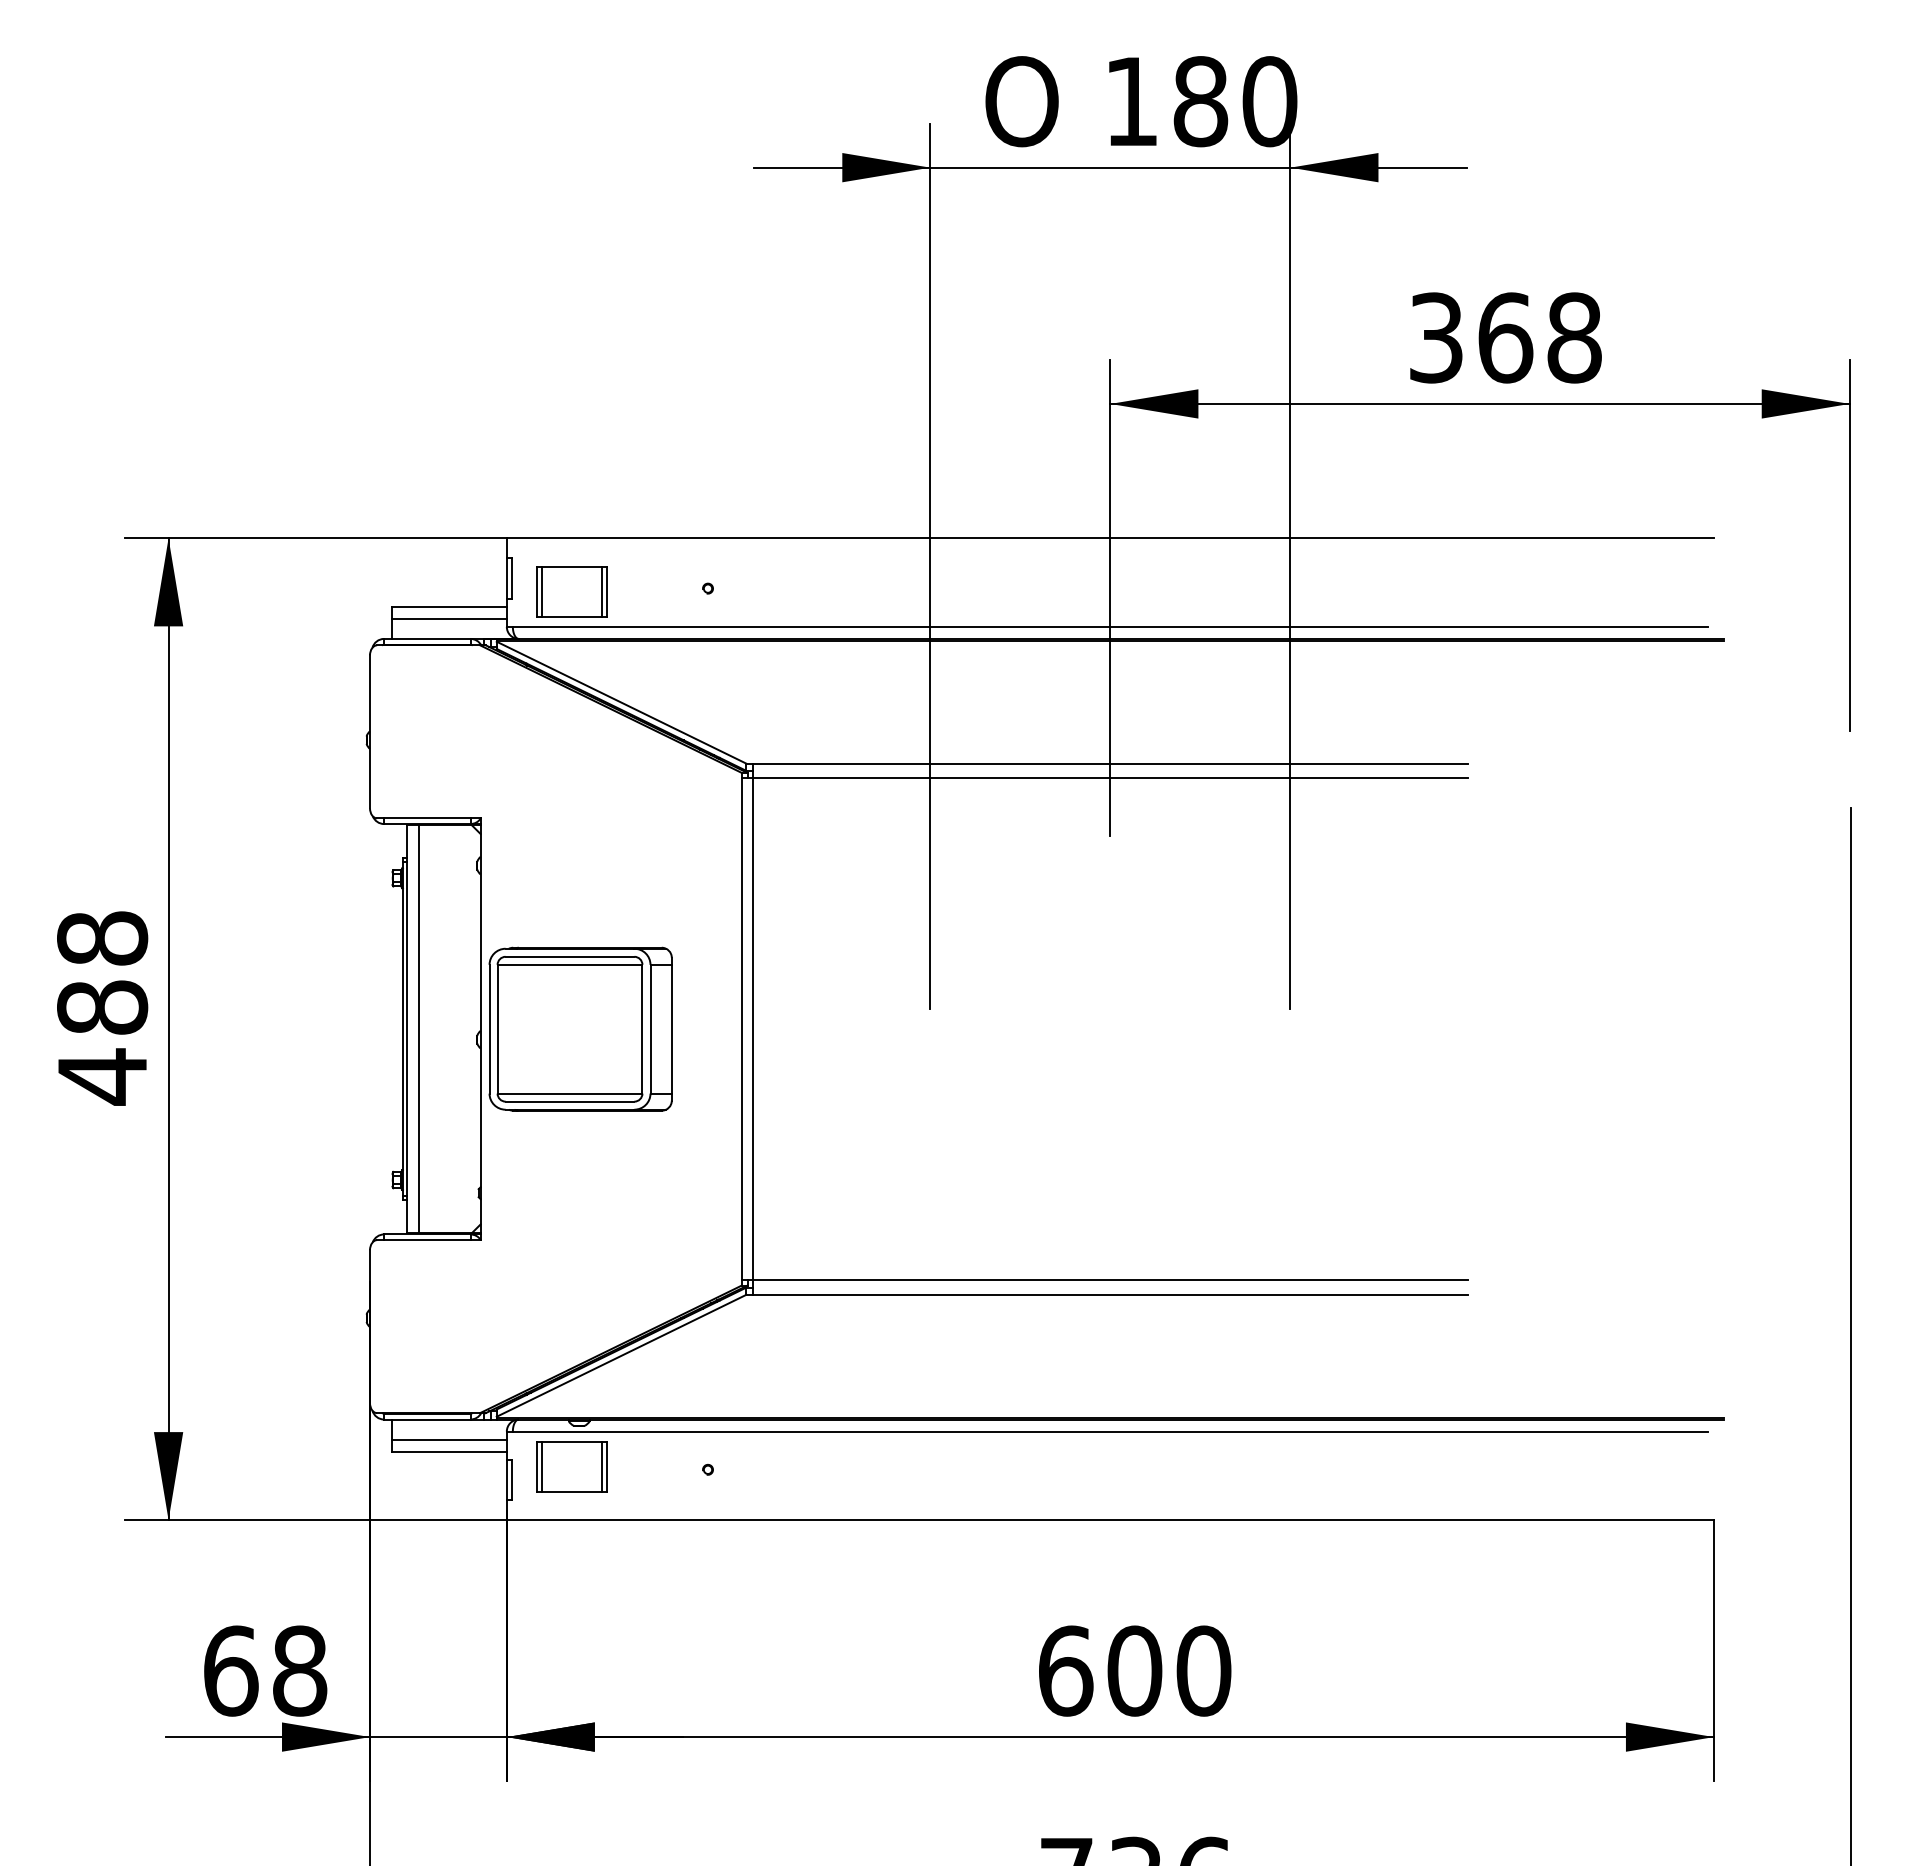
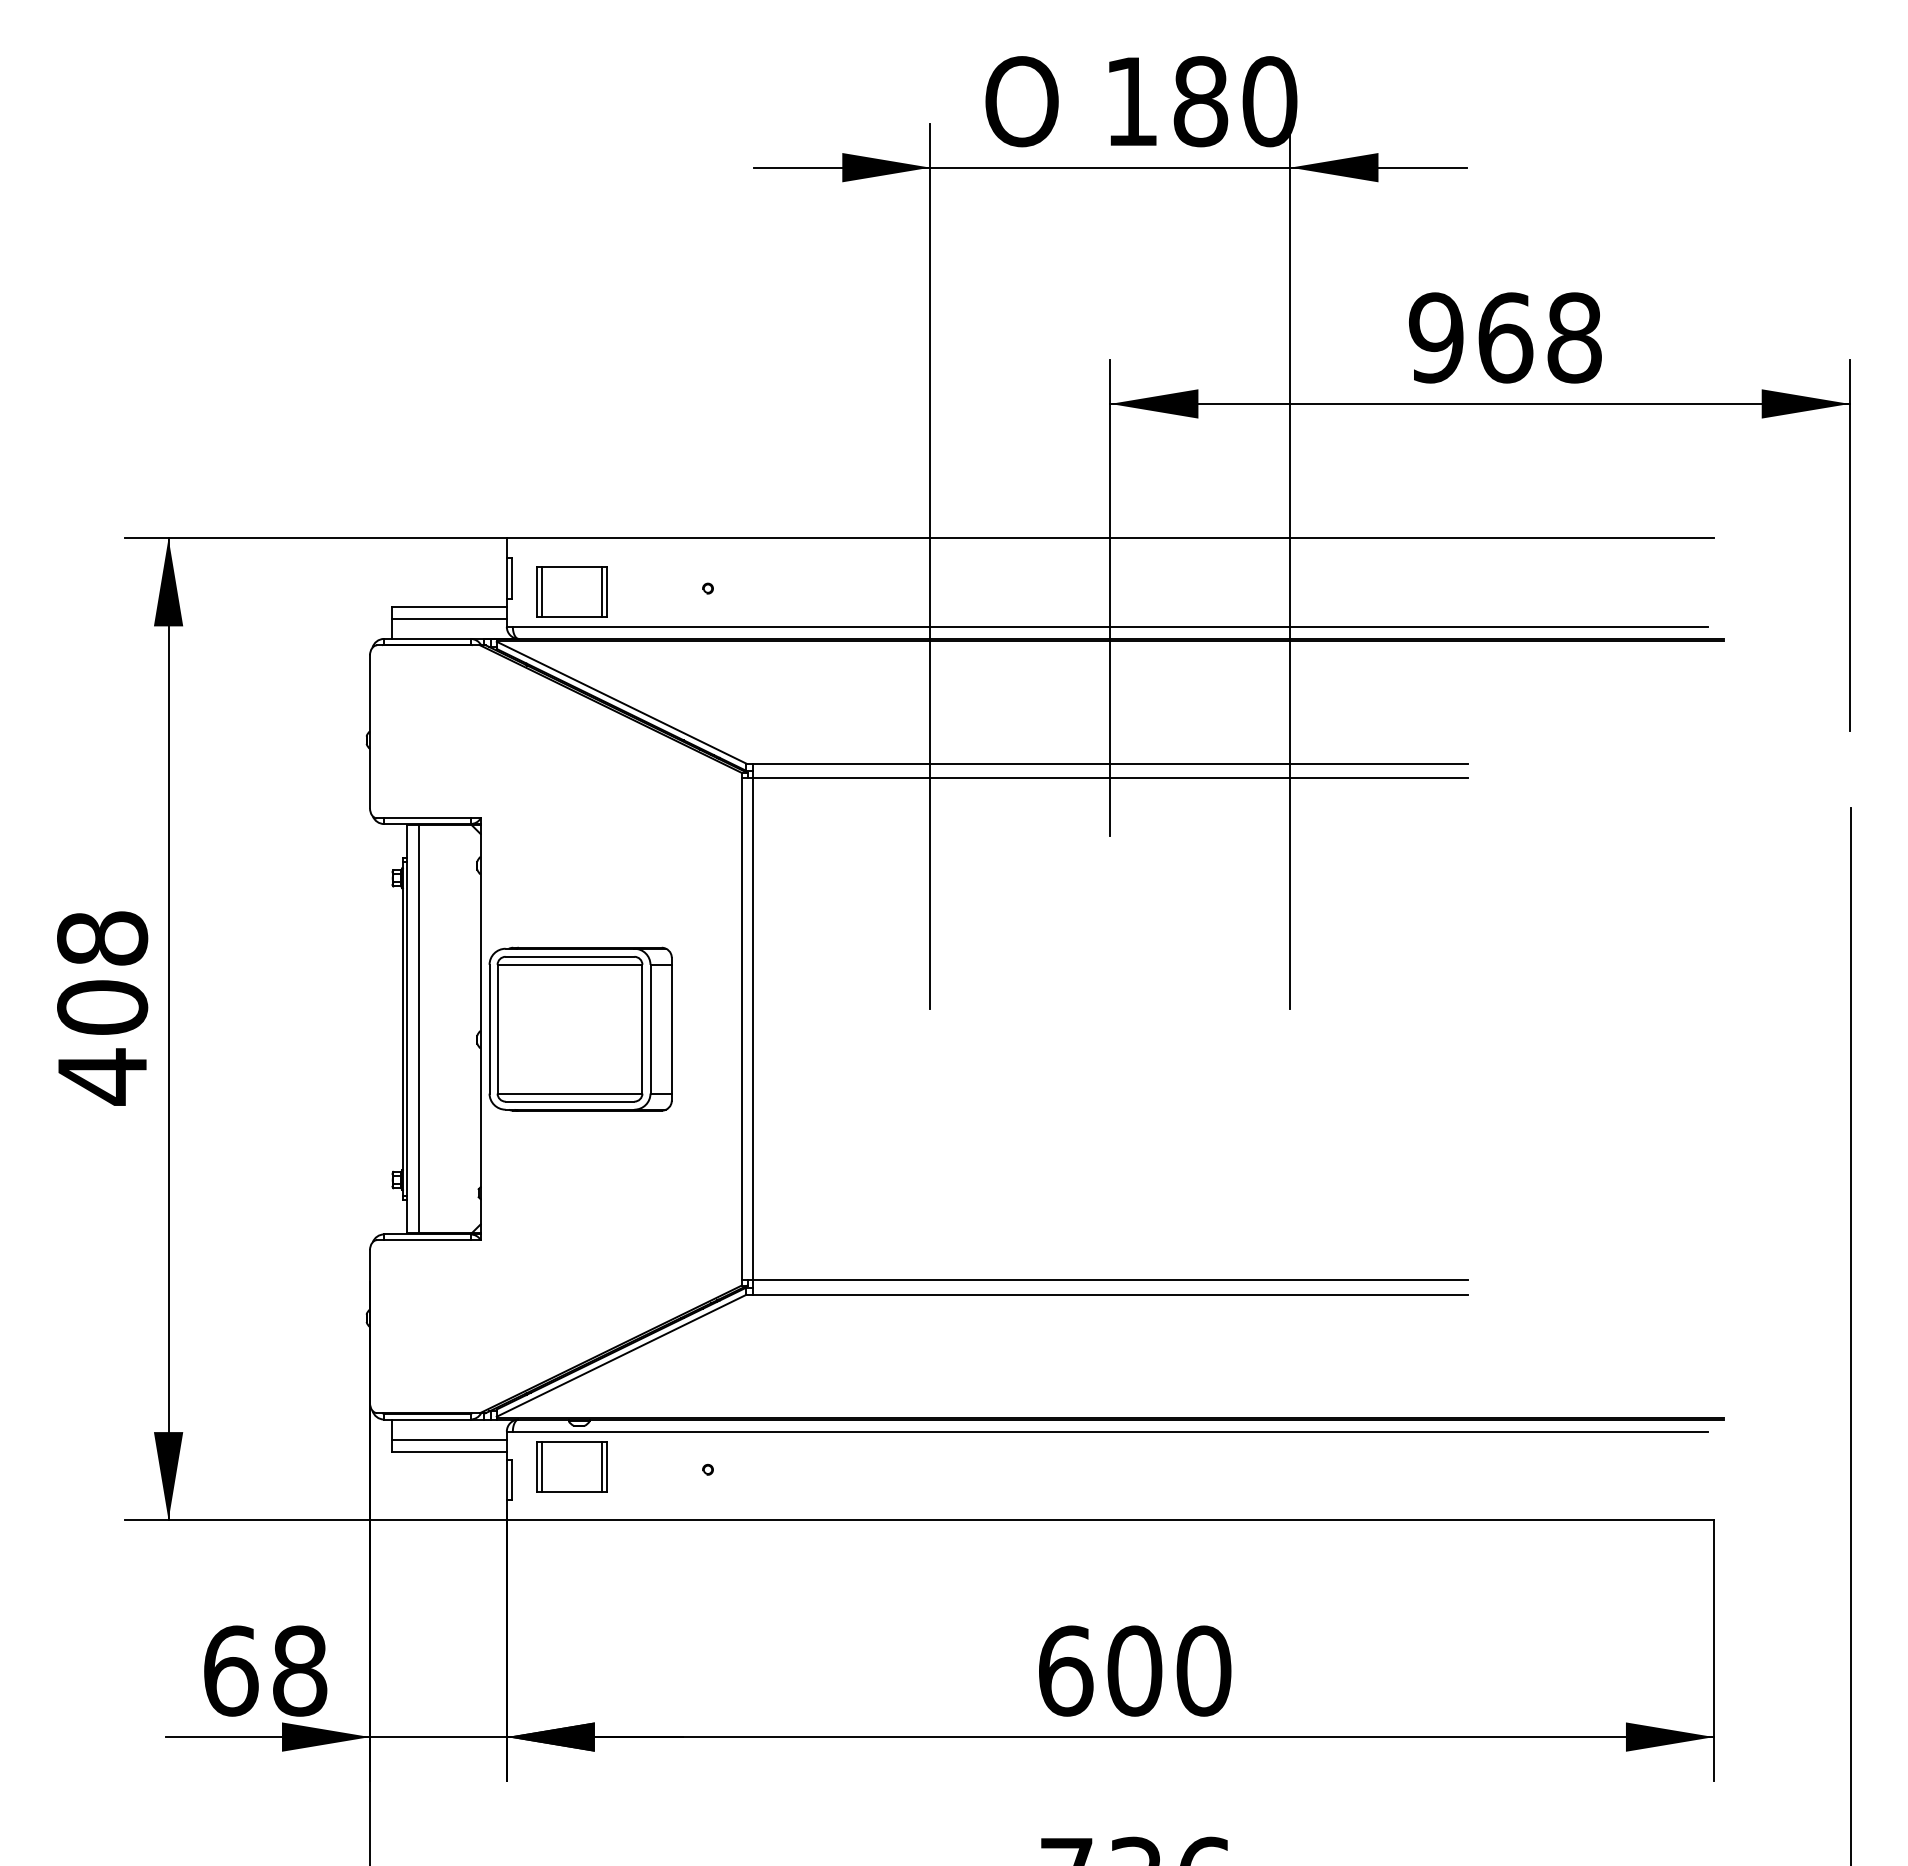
text at (1436, 337): 368 -> 968
text at (102, 1007): 488 -> 408
